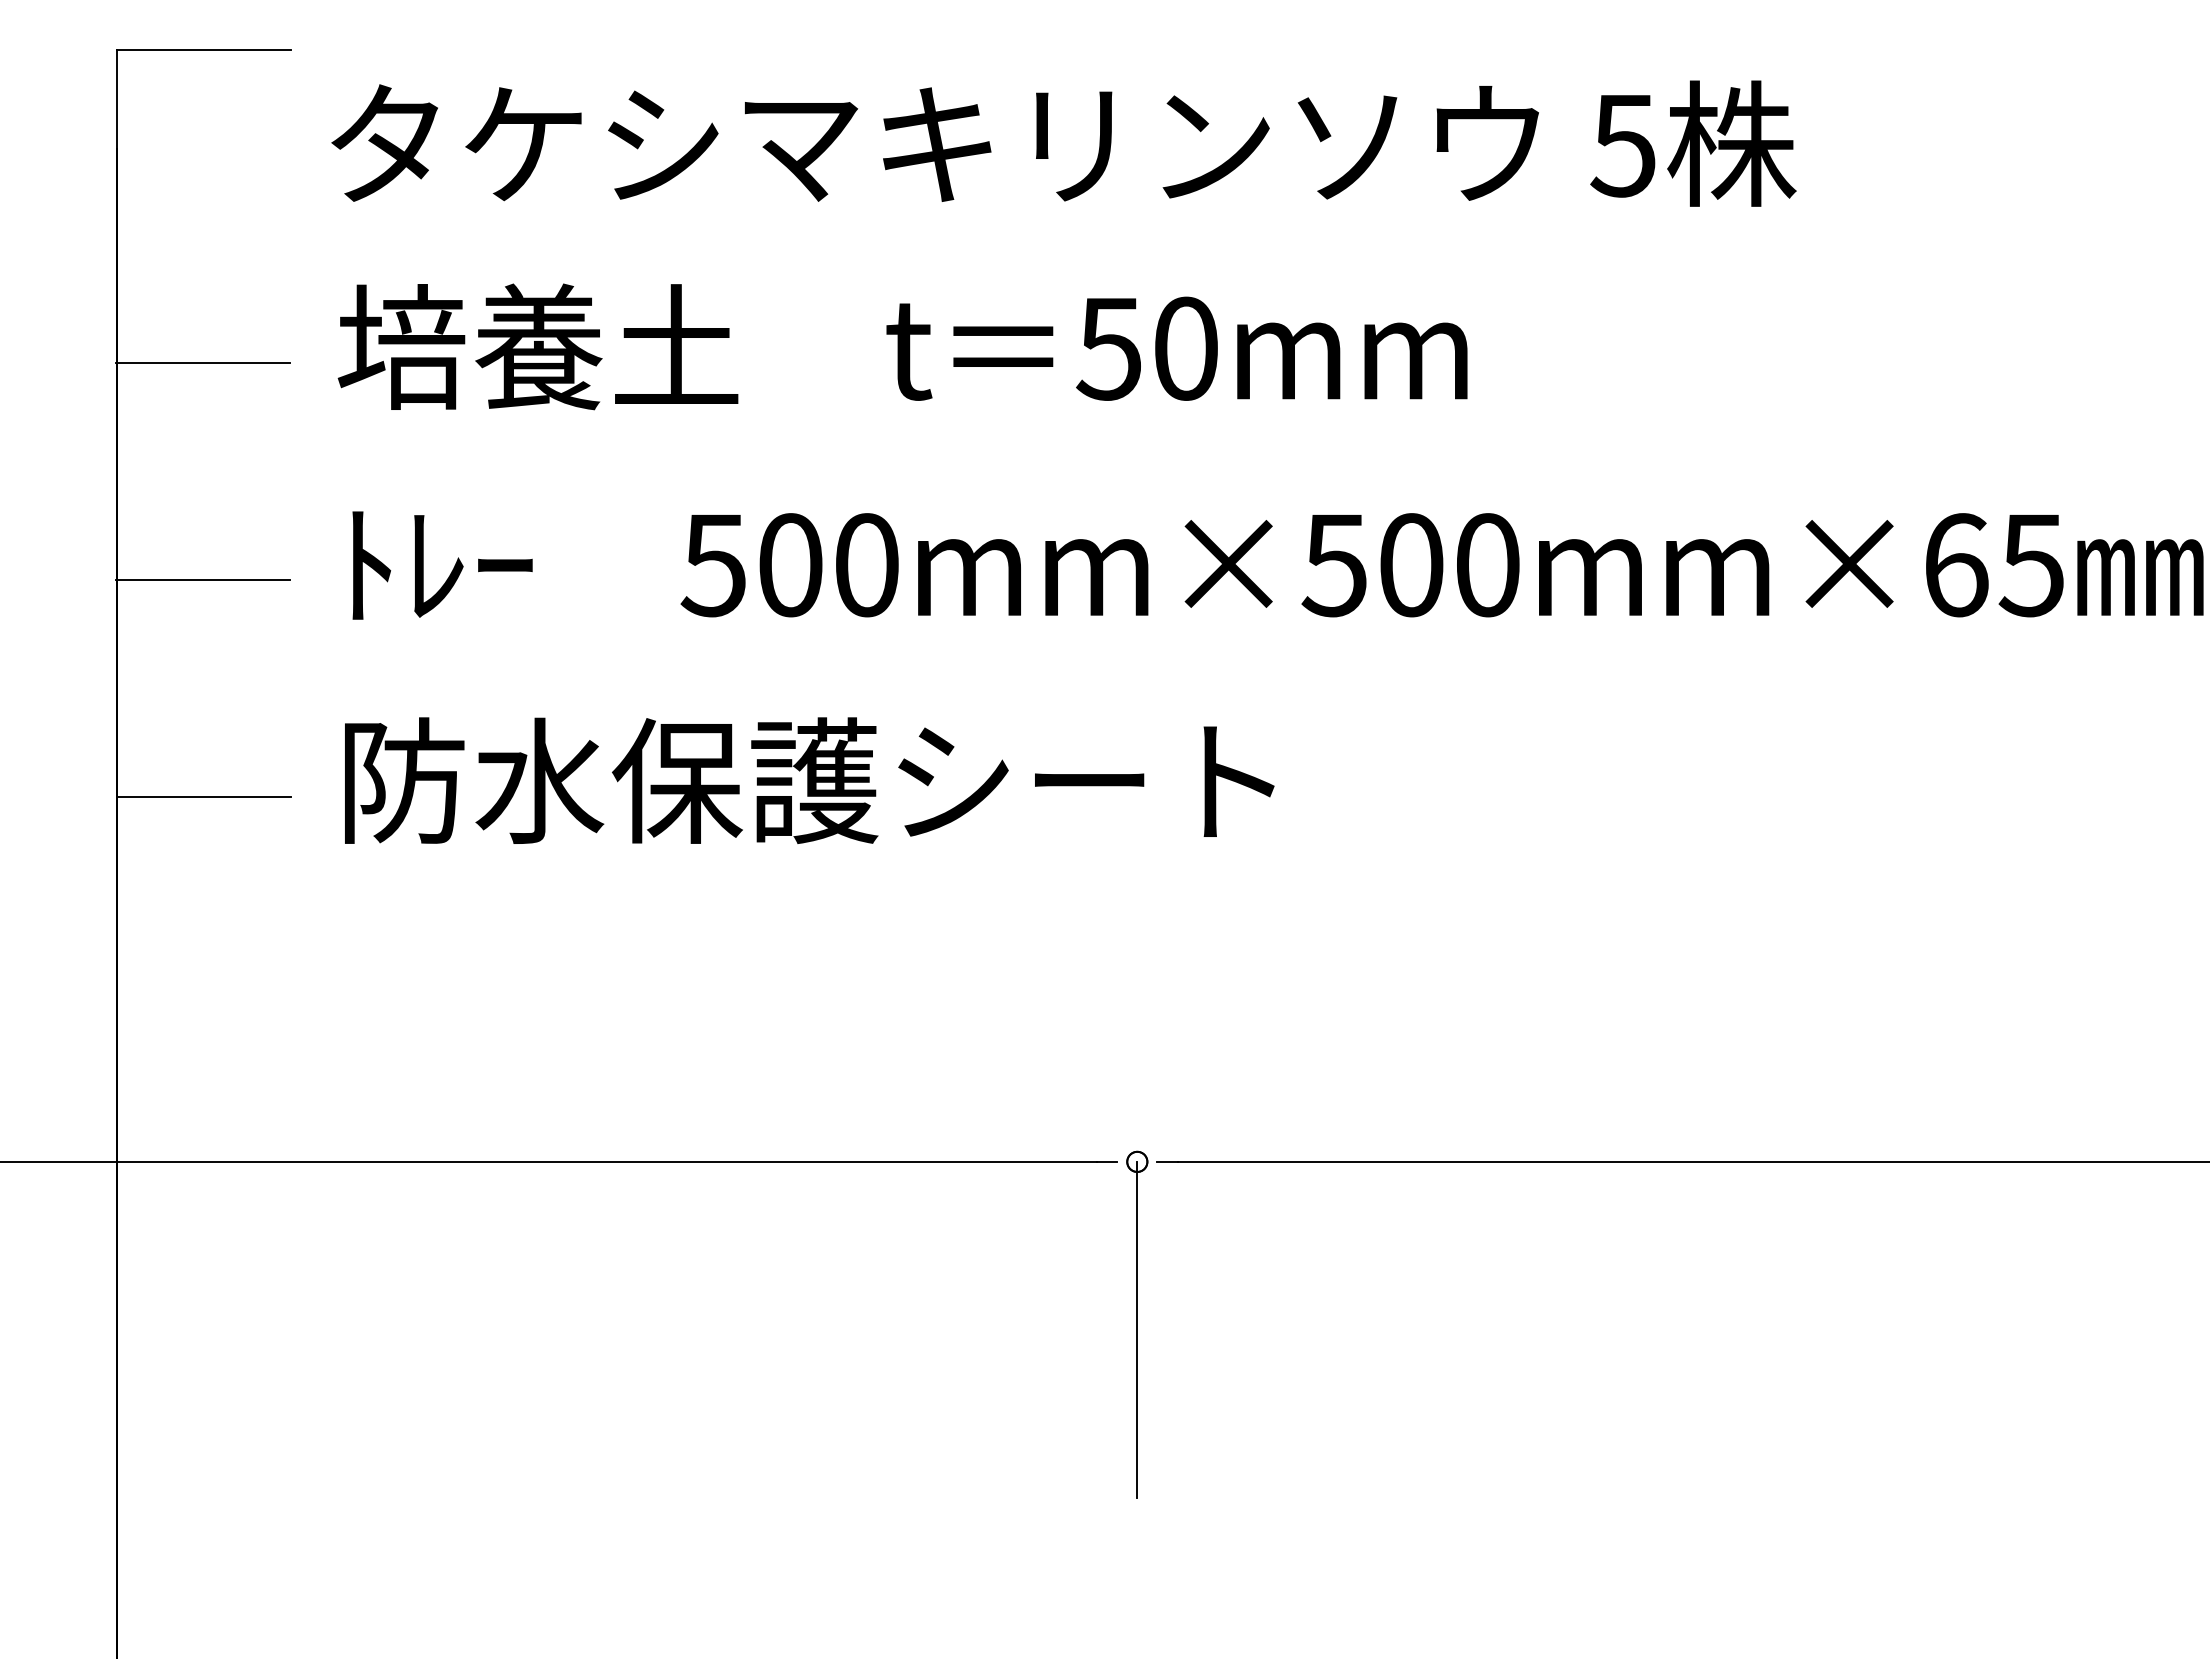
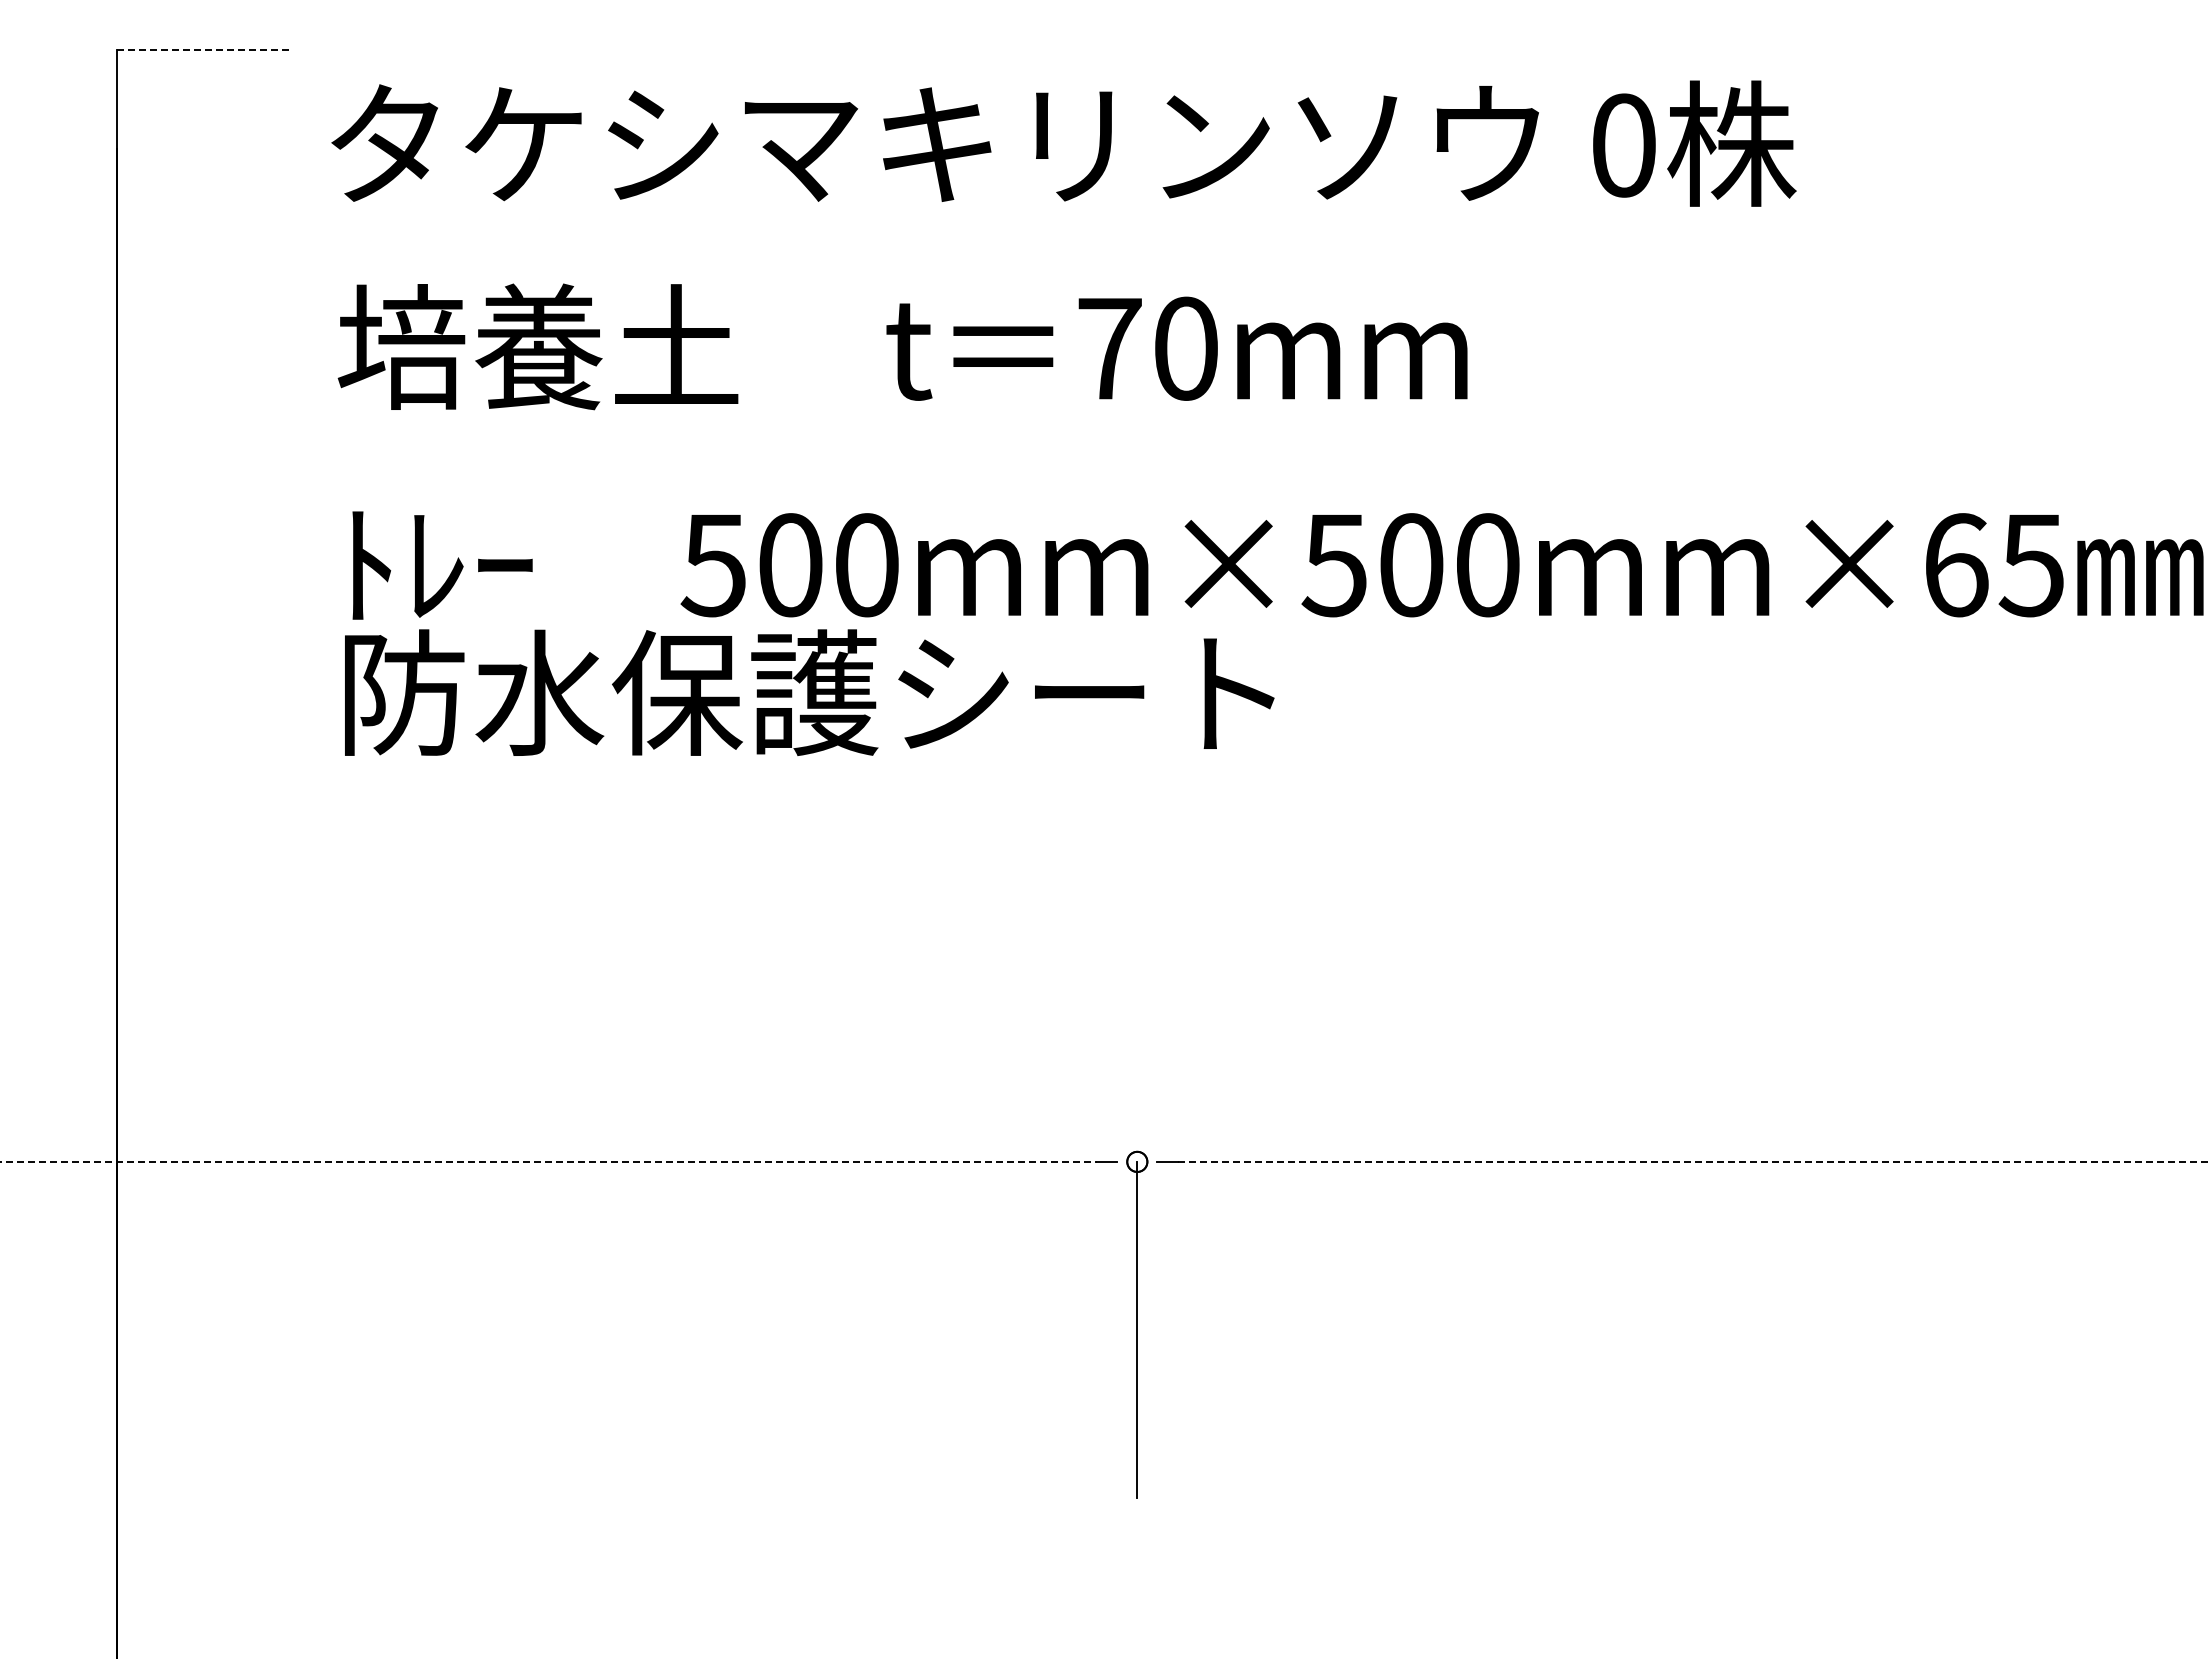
line at (204, 49): solid -> dashed
text at (1622, 145): 5 -> 0
text at (1108, 349): 50mm -> 70mm
line at (202, 362): present -> none
line at (202, 580): present -> none
text at (809, 780) position: (809, 780) -> (809, 692)
line at (203, 797): present -> none
line at (549, 1161): solid -> dashed
line at (1693, 1161): solid -> dashed
